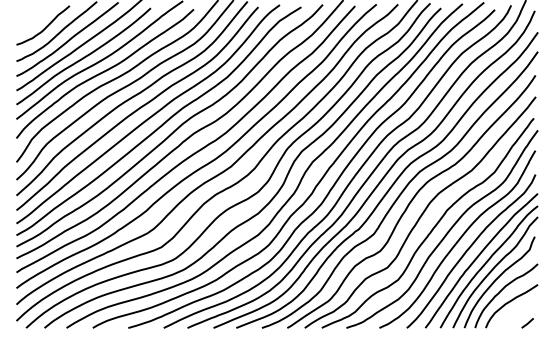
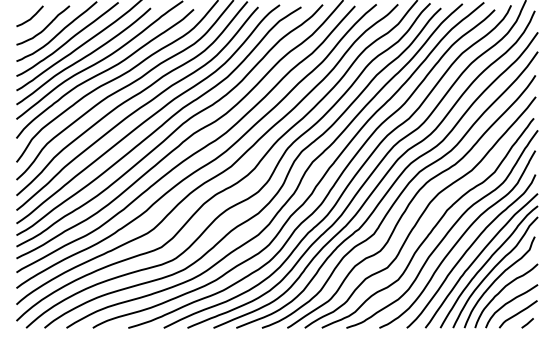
curve at (30, 17): none -> present
curve at (517, 314): none -> present
